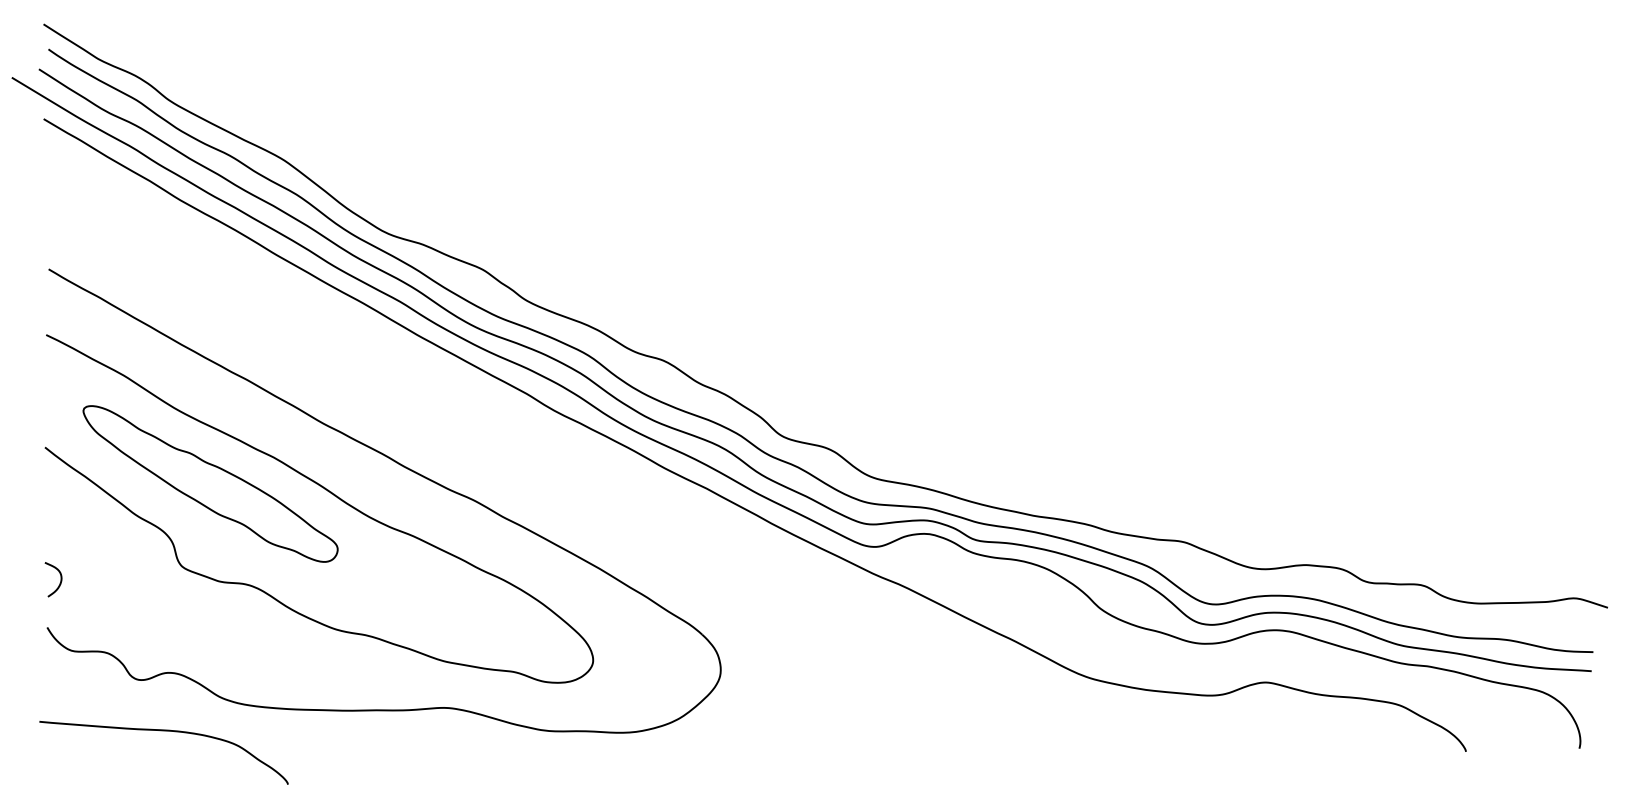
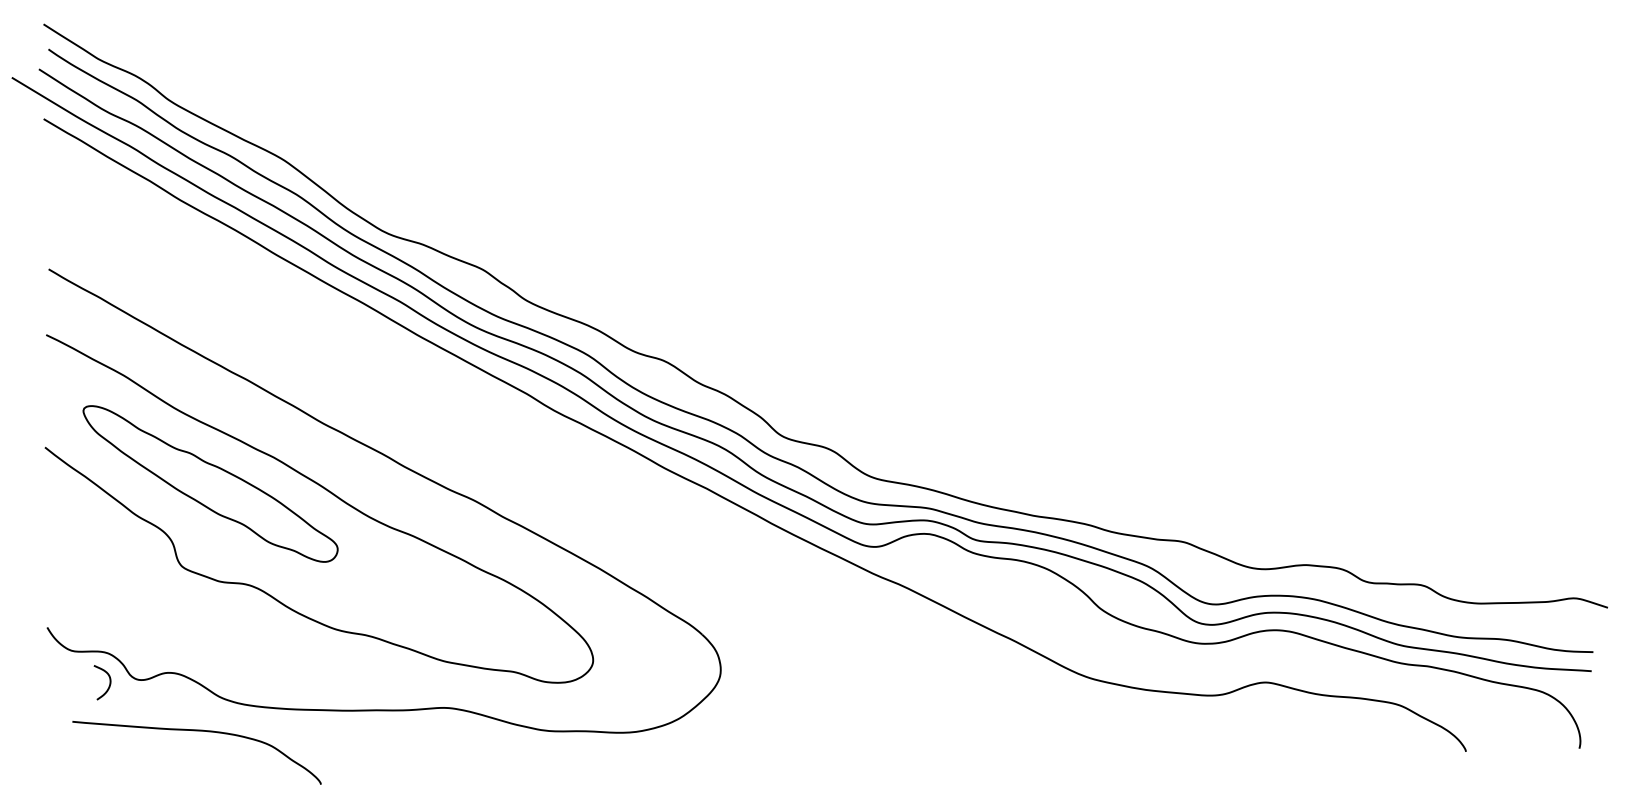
curve at (60, 579) position: (60, 579) -> (109, 682)
curve at (163, 731) position: (163, 731) -> (196, 731)
